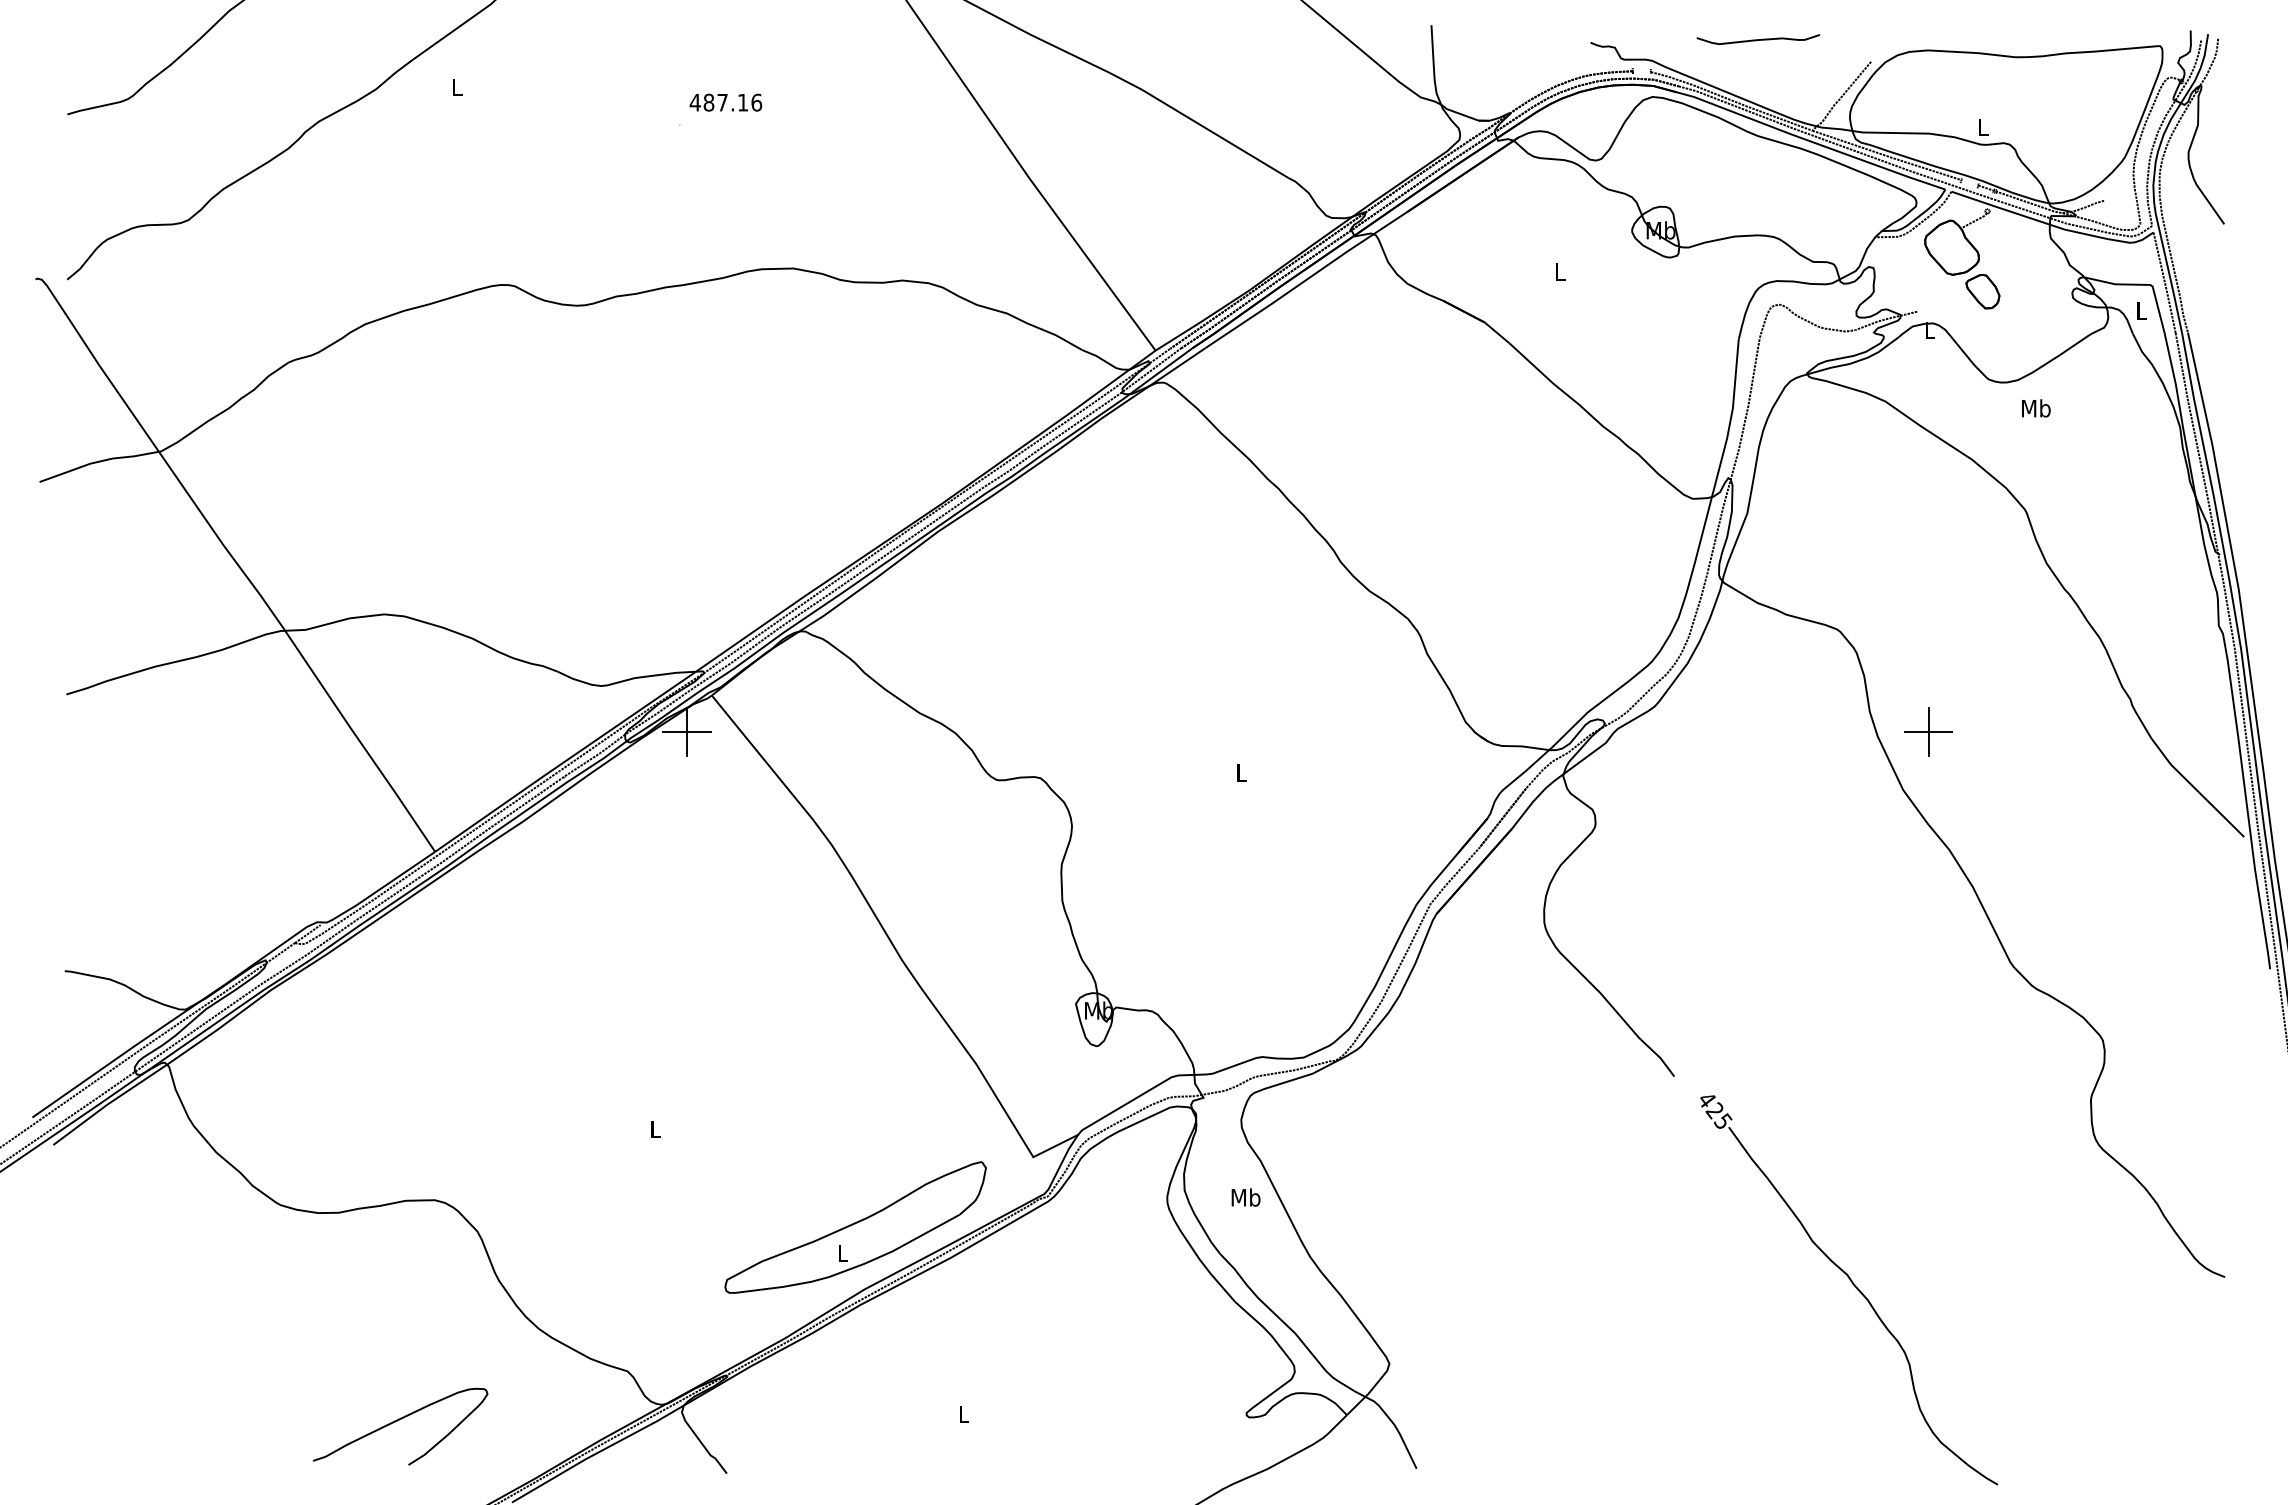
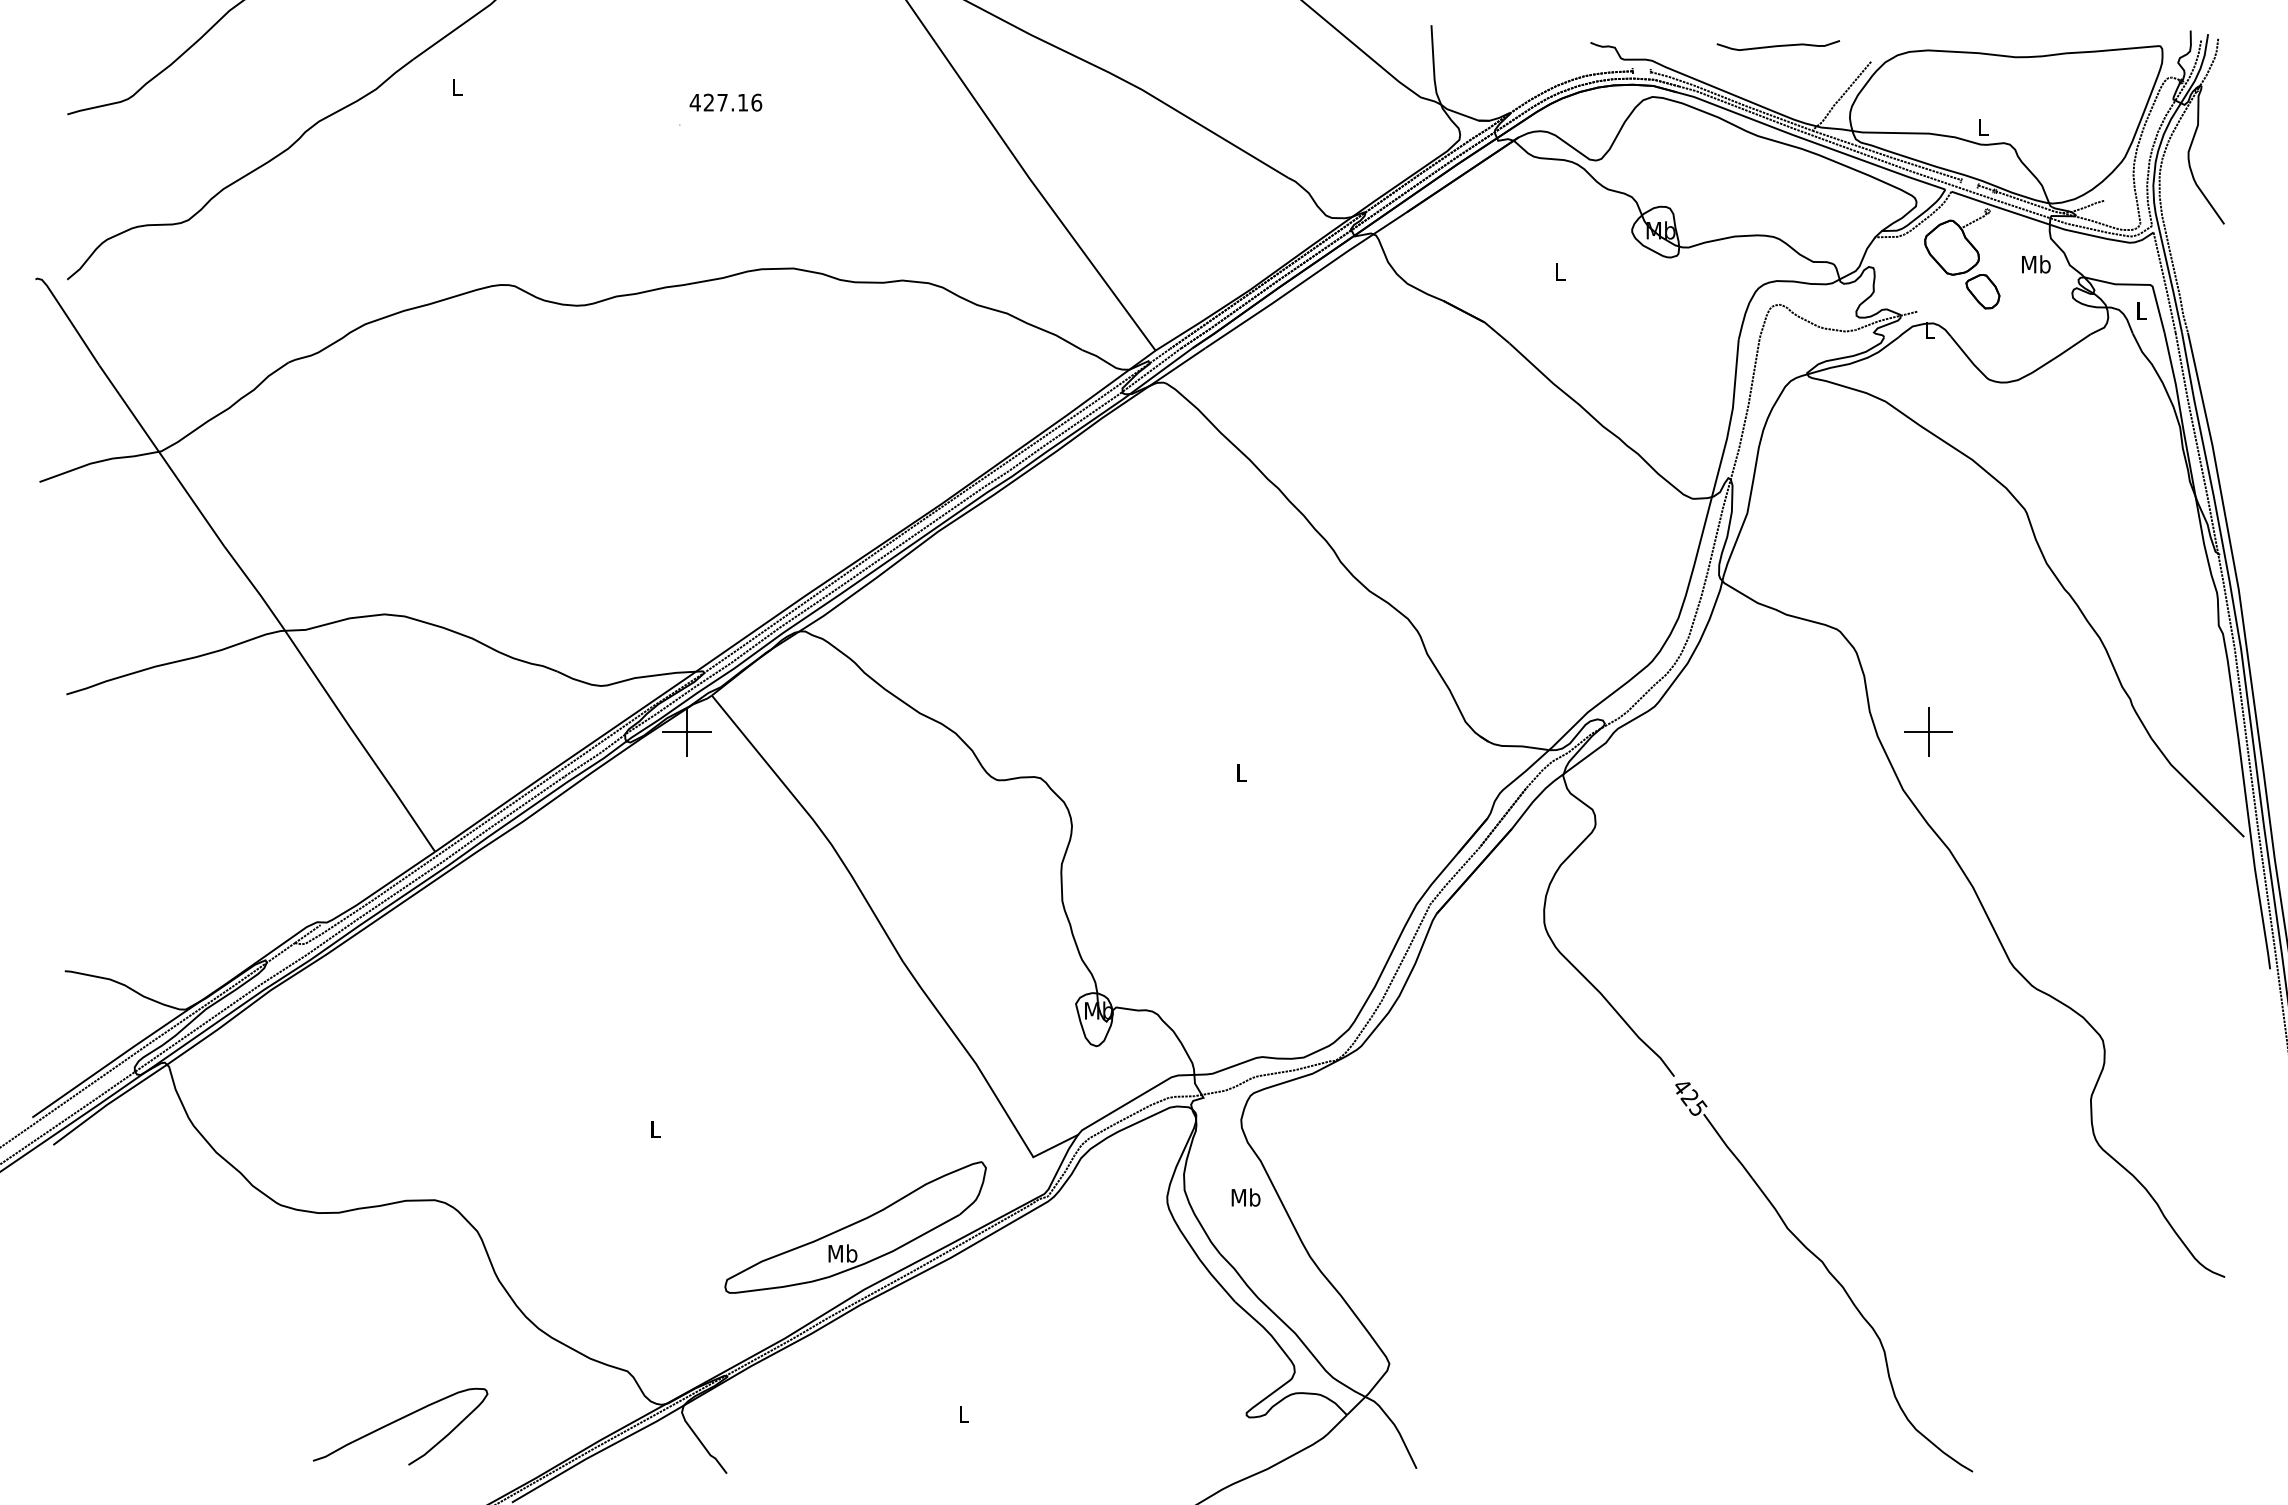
curve at (1758, 39) position: (1758, 39) -> (1778, 45)
text at (708, 102): 487.16 -> 427.16
text at (2036, 408) position: (2036, 408) -> (2036, 264)
text at (842, 1253): L -> Mb
part at (1853, 1285) position: (1853, 1285) -> (1828, 1272)
